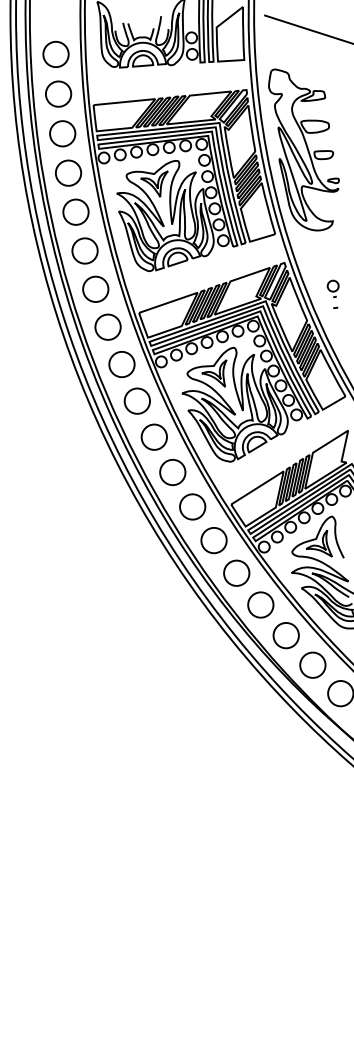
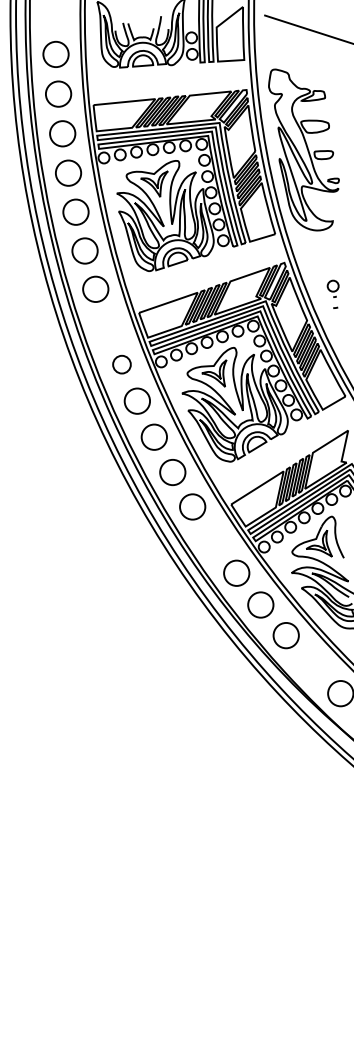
circle at (107, 326): present -> none
circle at (121, 364) size: 28x28 px -> 20x21 px
circle at (213, 540): present -> none
circle at (312, 664): present -> none
